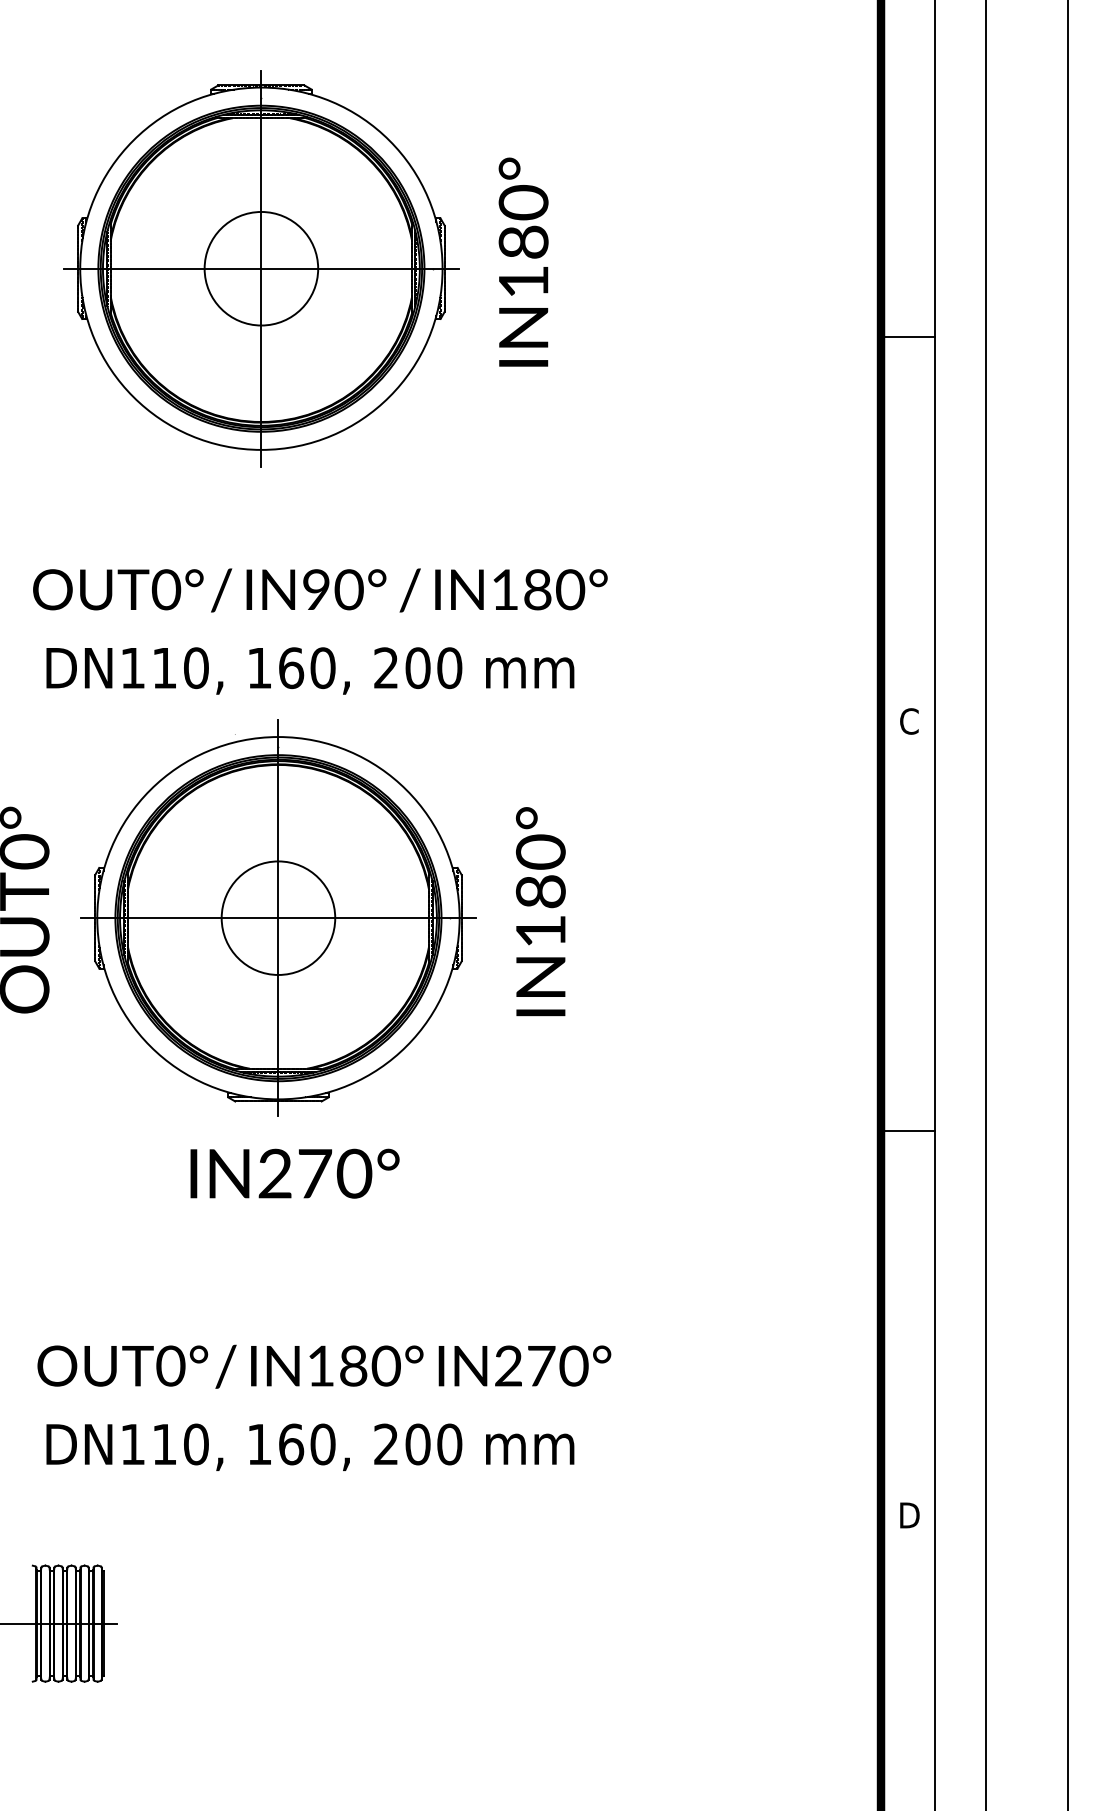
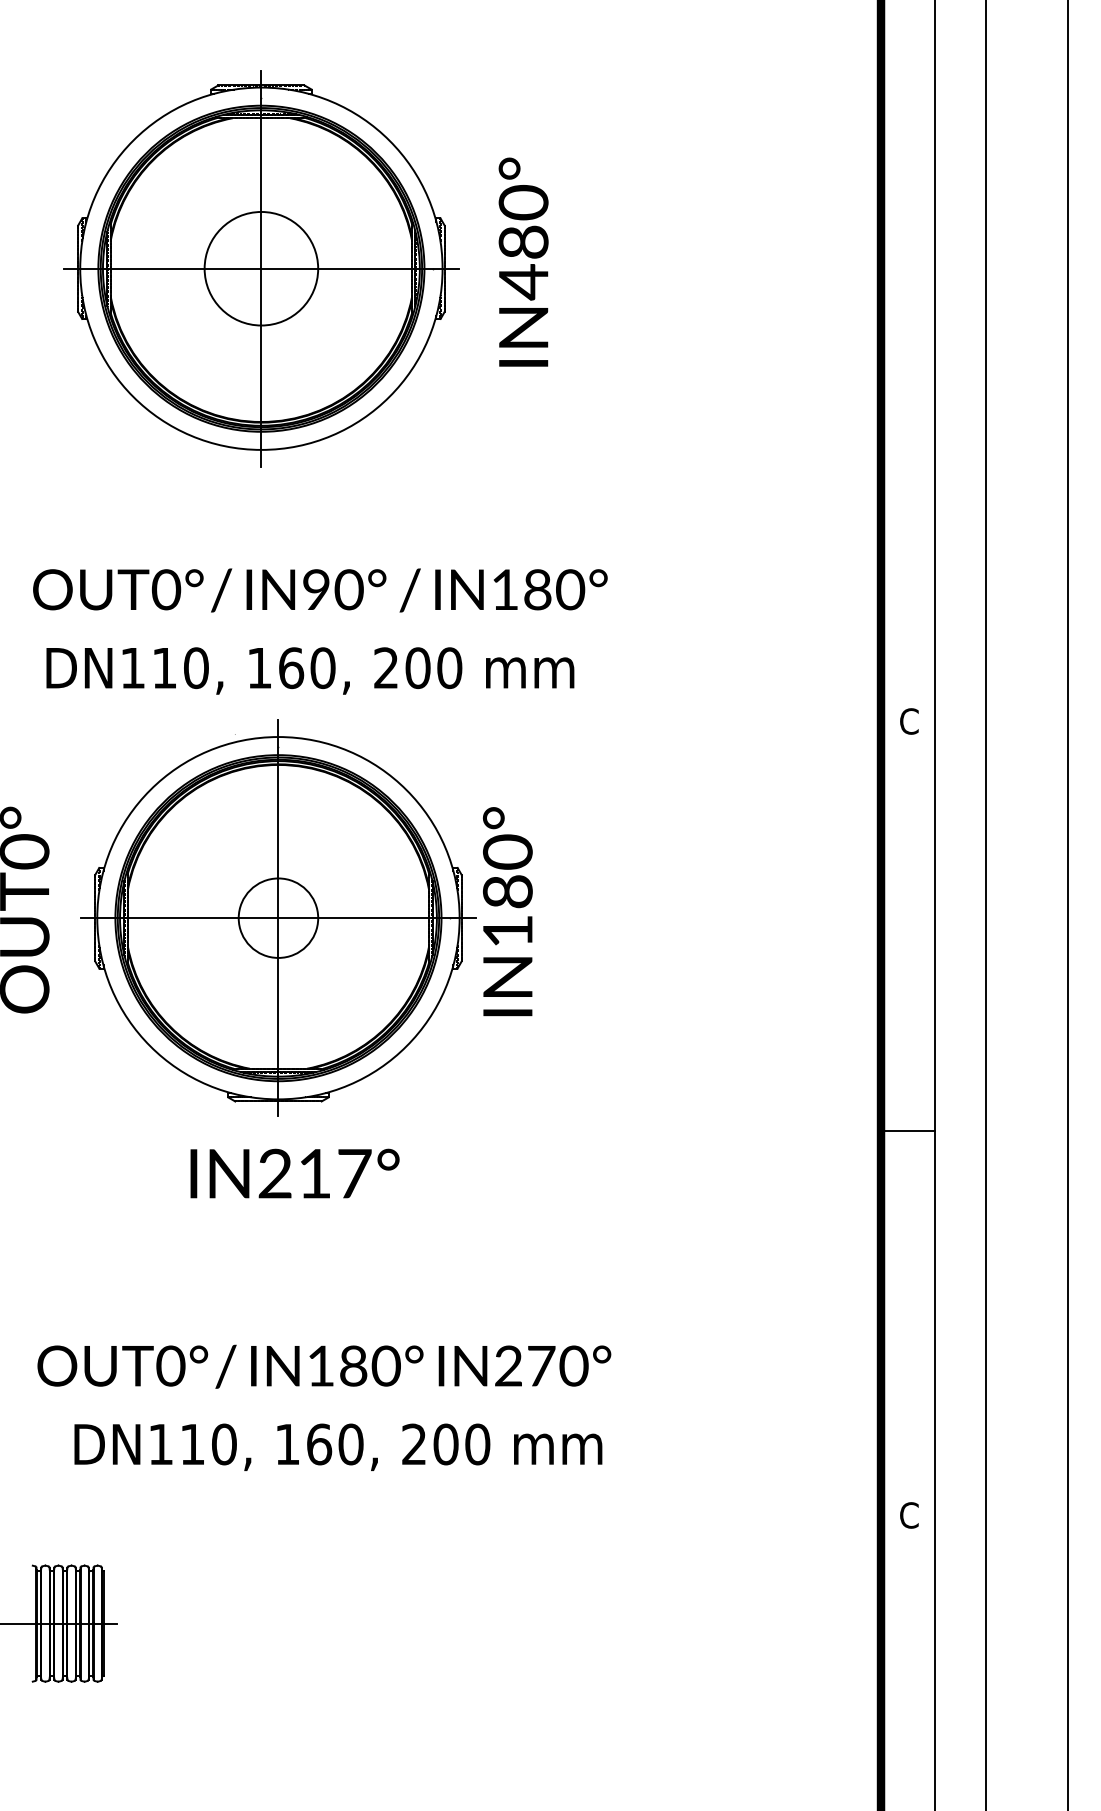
text at (523, 282): IN180° -> IN480°
line at (908, 337): present -> none
text at (540, 911) position: (540, 911) -> (507, 911)
circle at (278, 917) diameter: 114 px -> 79 px
text at (335, 1173): IN270° -> IN217°
text at (310, 1446) position: (310, 1446) -> (338, 1446)
text at (909, 1515): D -> C
